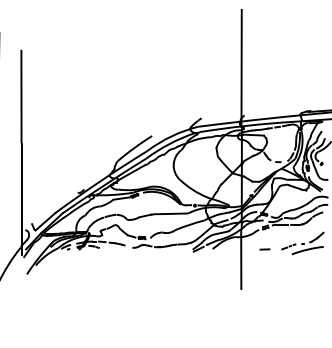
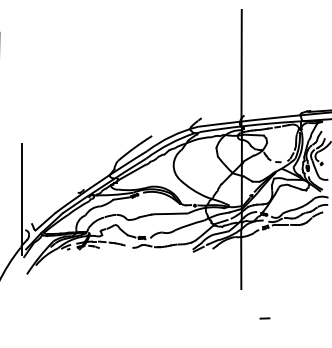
line at (21, 96): present -> none
part at (302, 243): present -> none
line at (264, 249) position: (264, 249) -> (264, 318)
